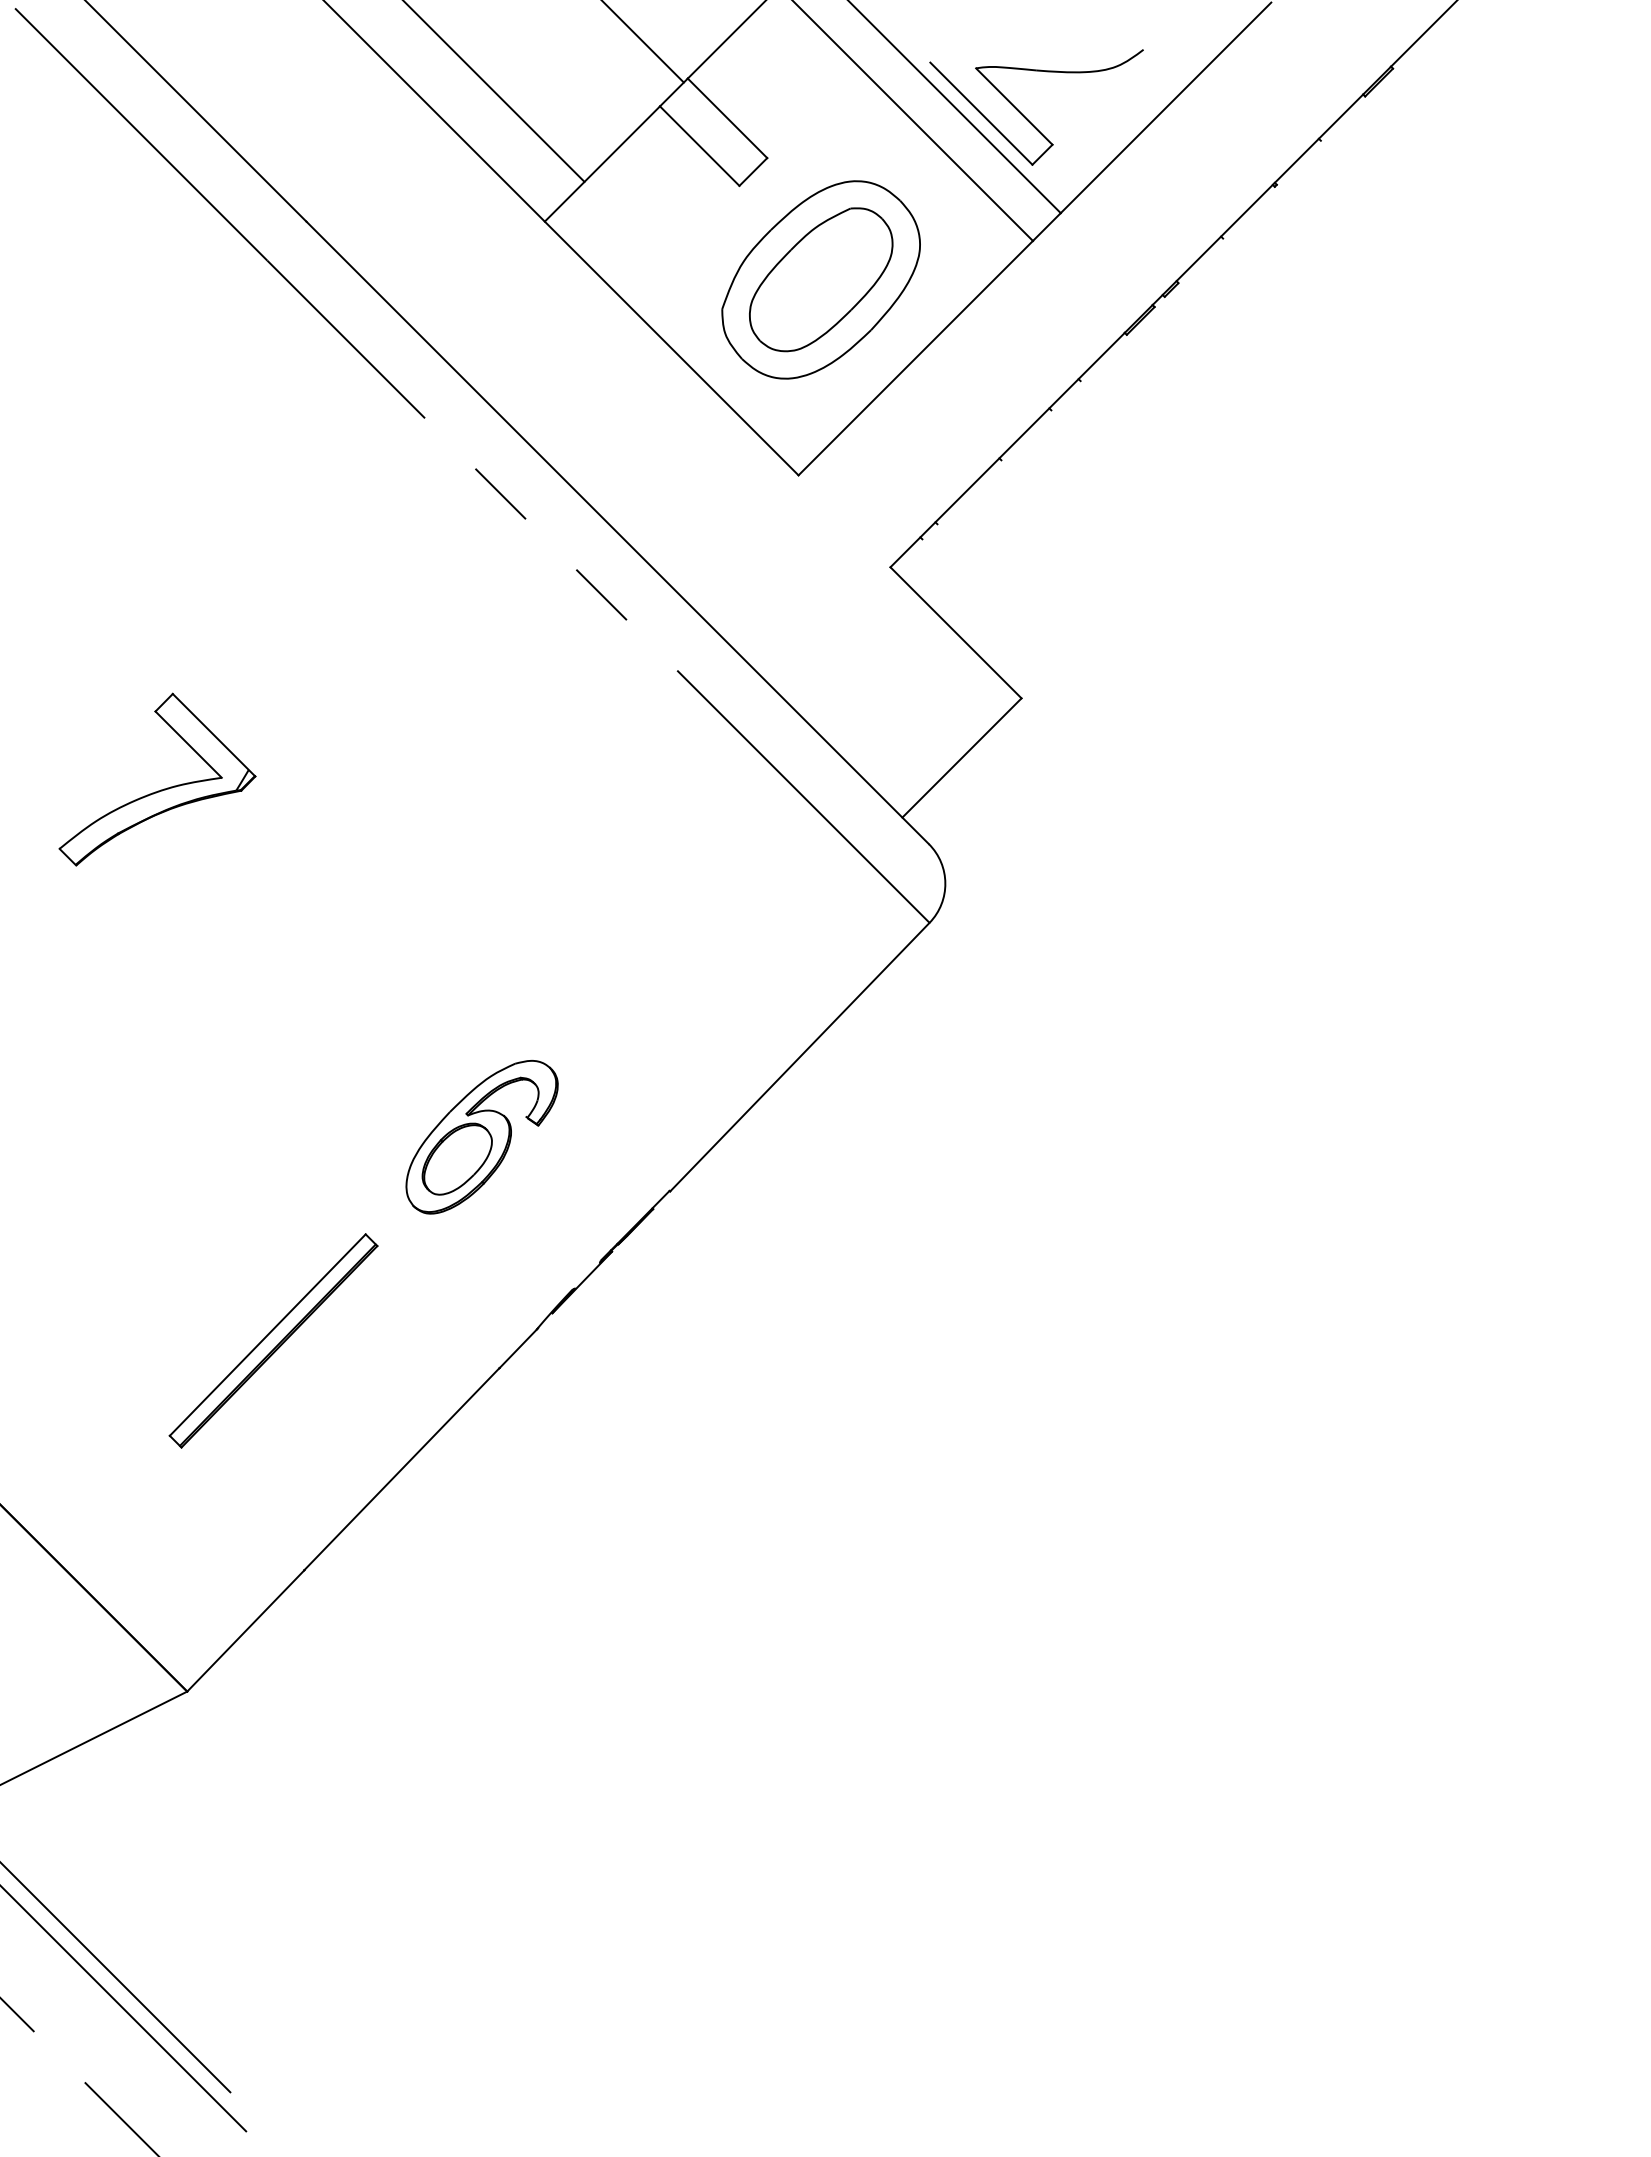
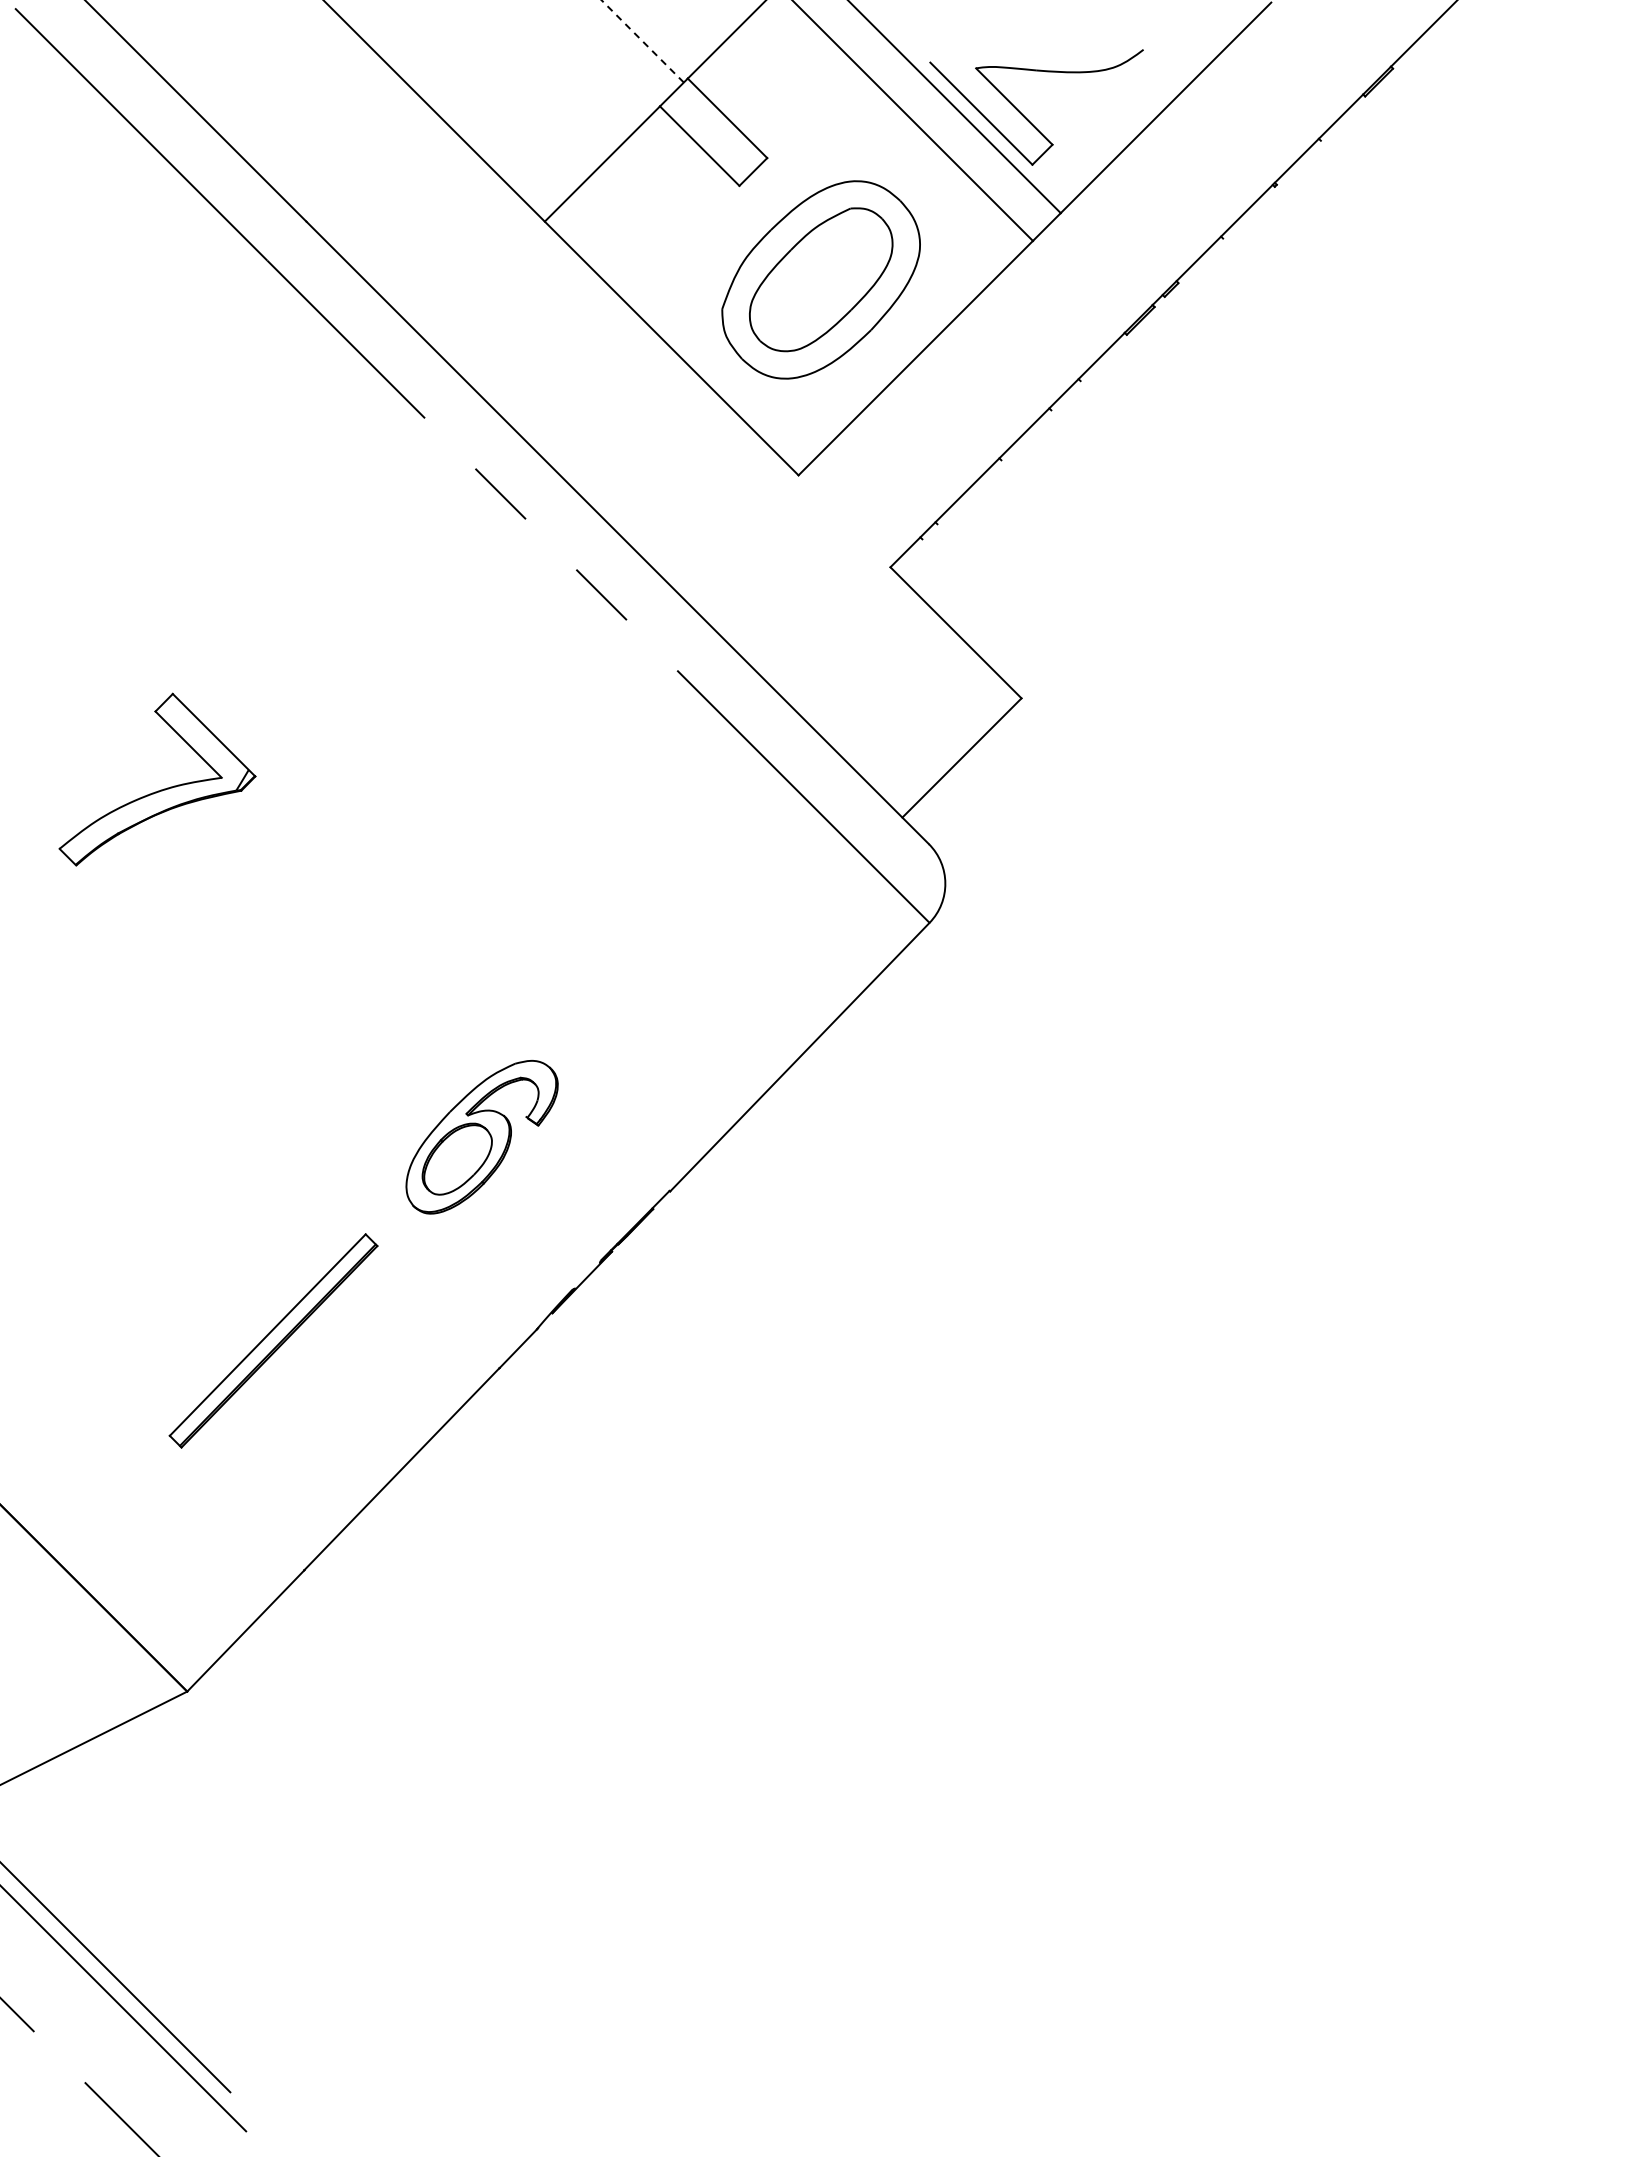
line at (642, 40): solid -> dashed
line at (494, 91): present -> none
